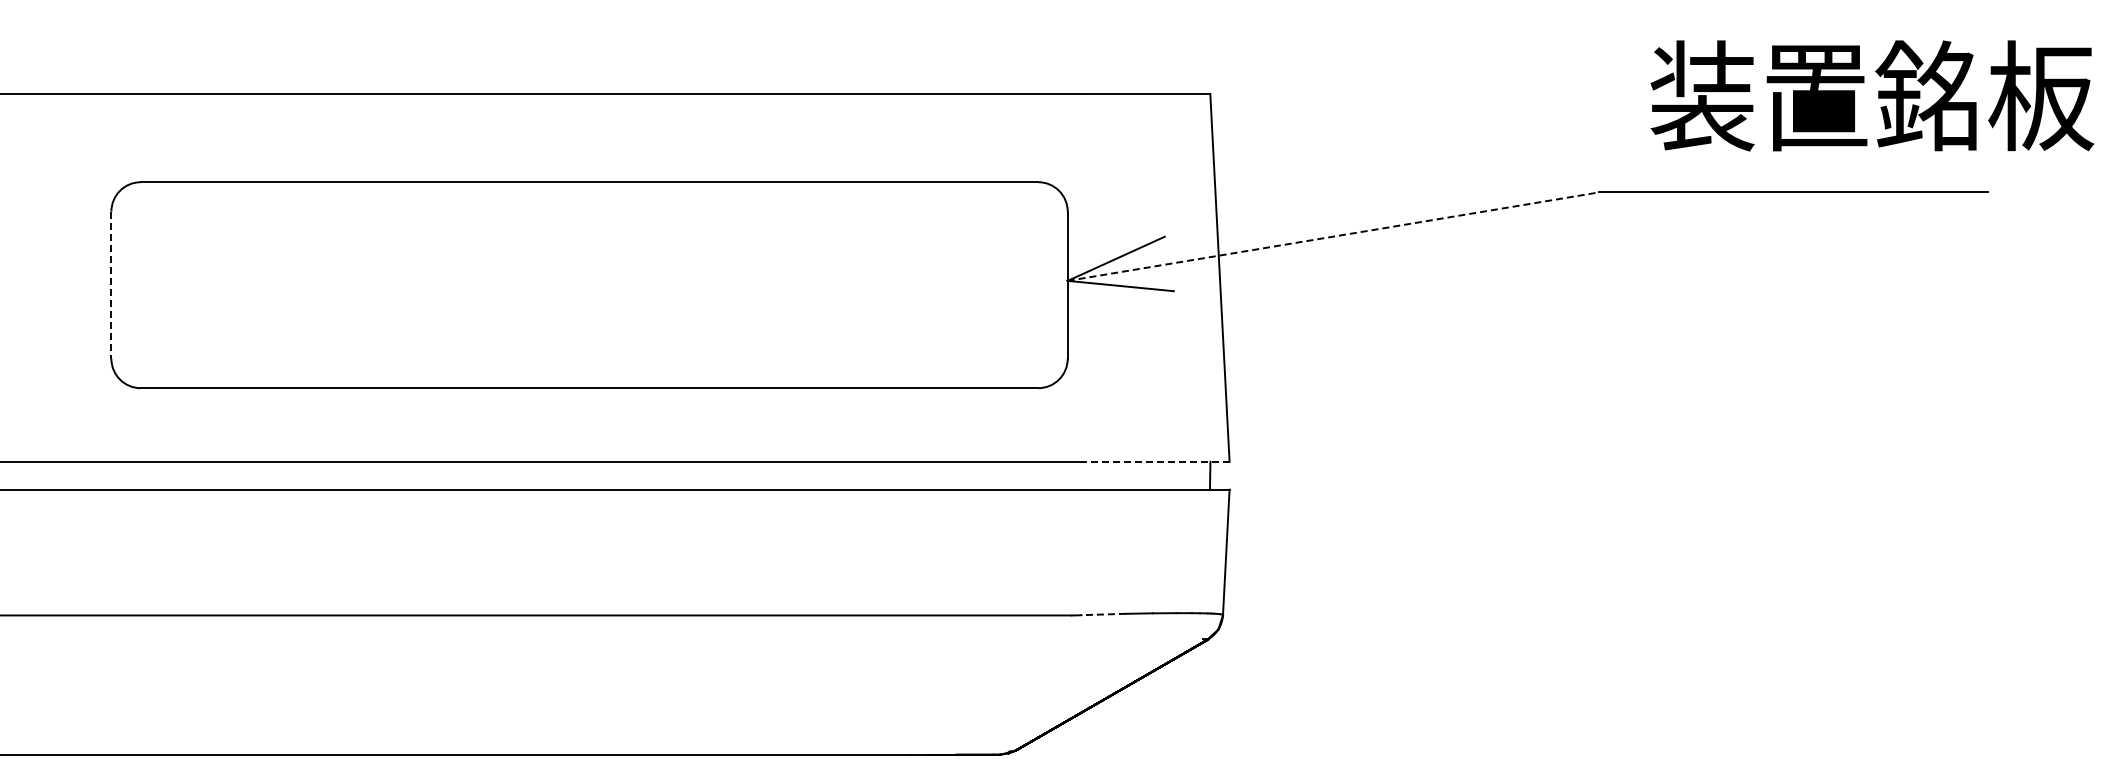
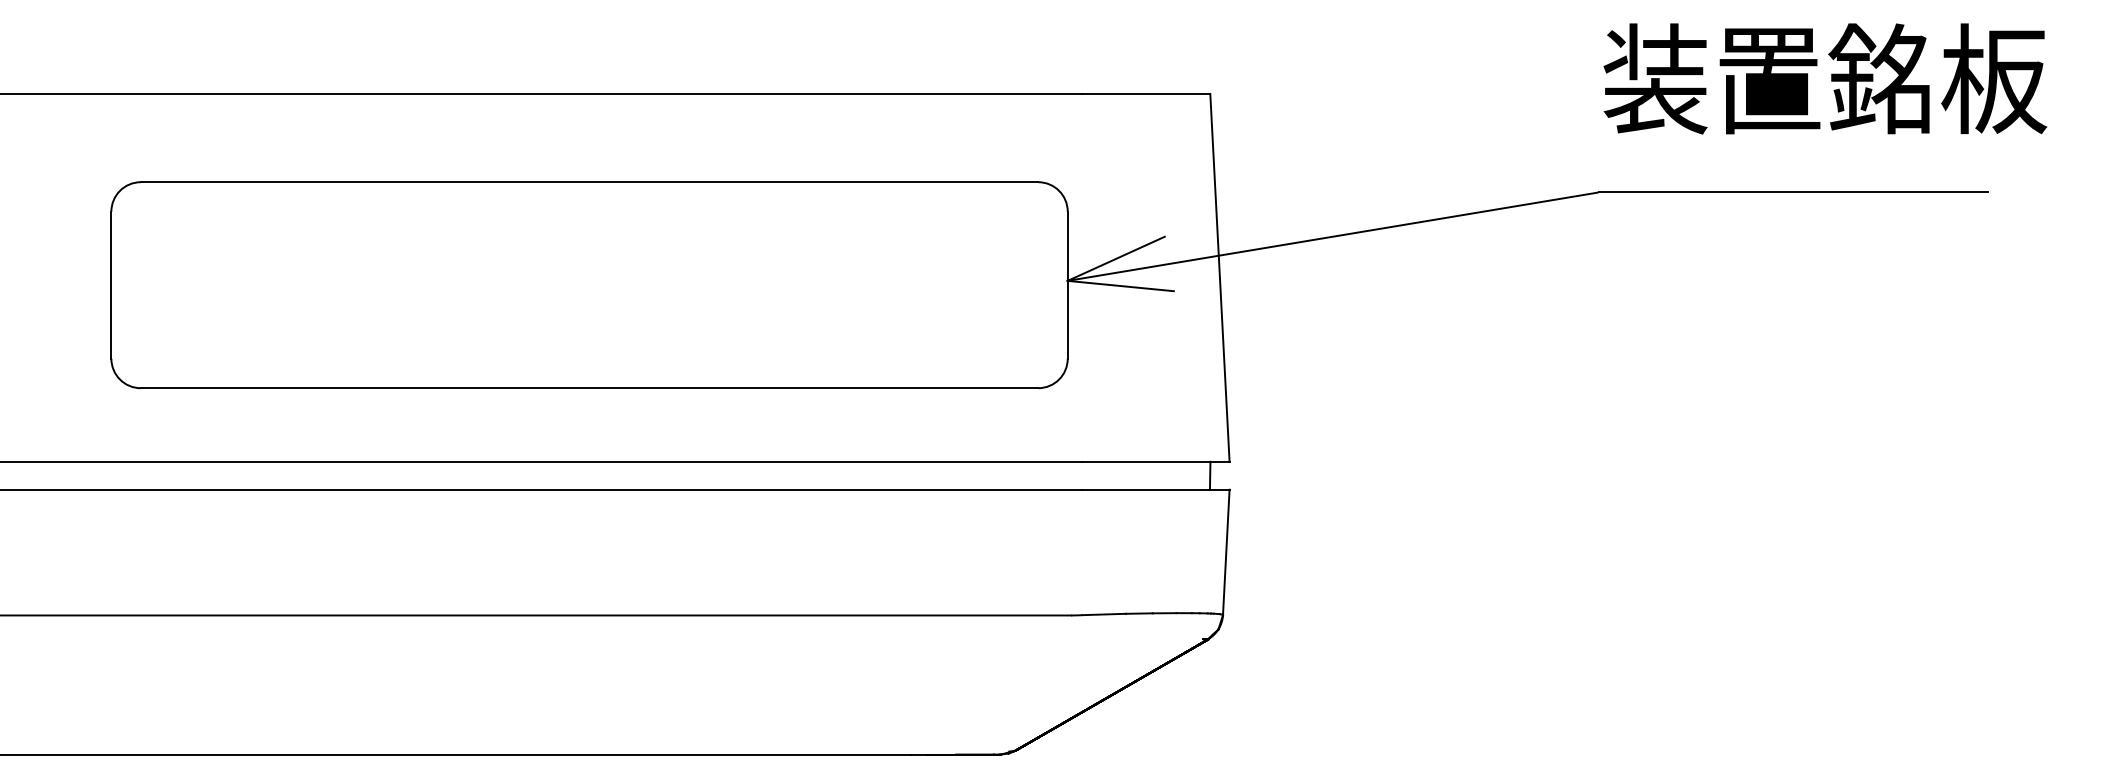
text at (1872, 95) position: (1872, 95) -> (1825, 78)
line at (1333, 236): dashed -> solid
line at (111, 285): dashed -> solid
line at (1156, 461): dashed -> solid
line at (1104, 614): dashed -> solid
